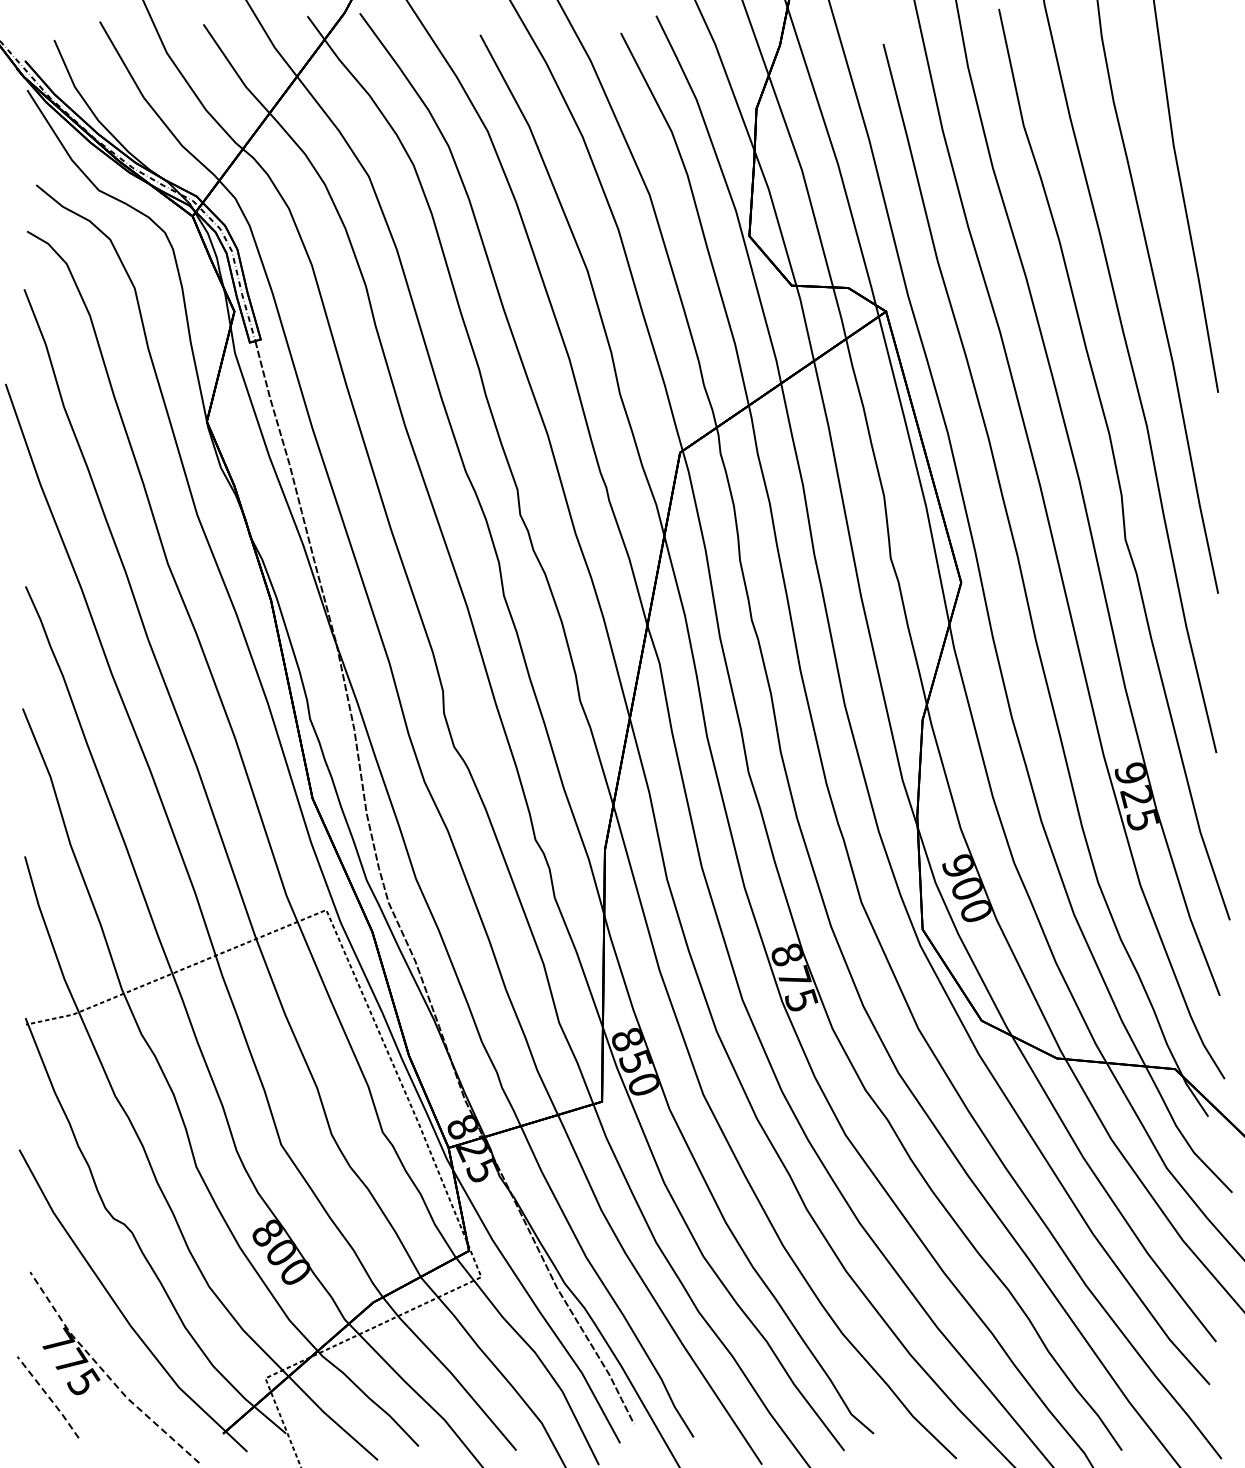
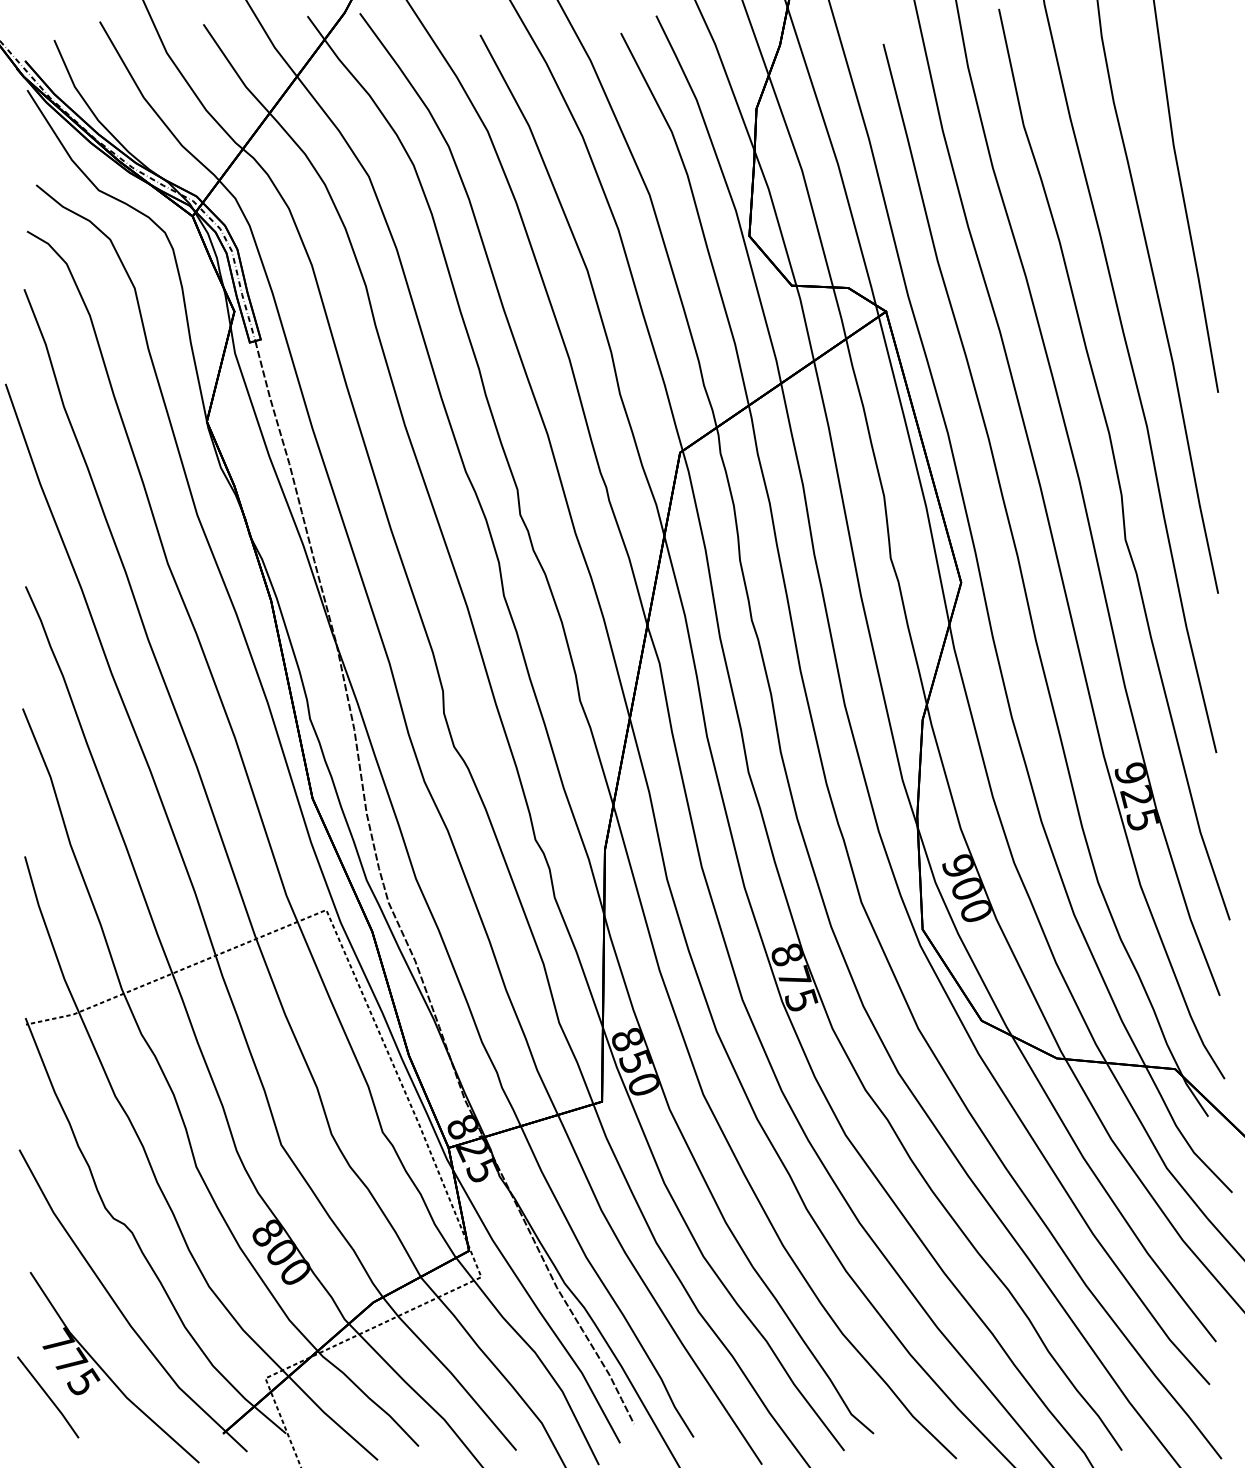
line at (106, 1374): dashed -> solid
line at (49, 1397): dashed -> solid
